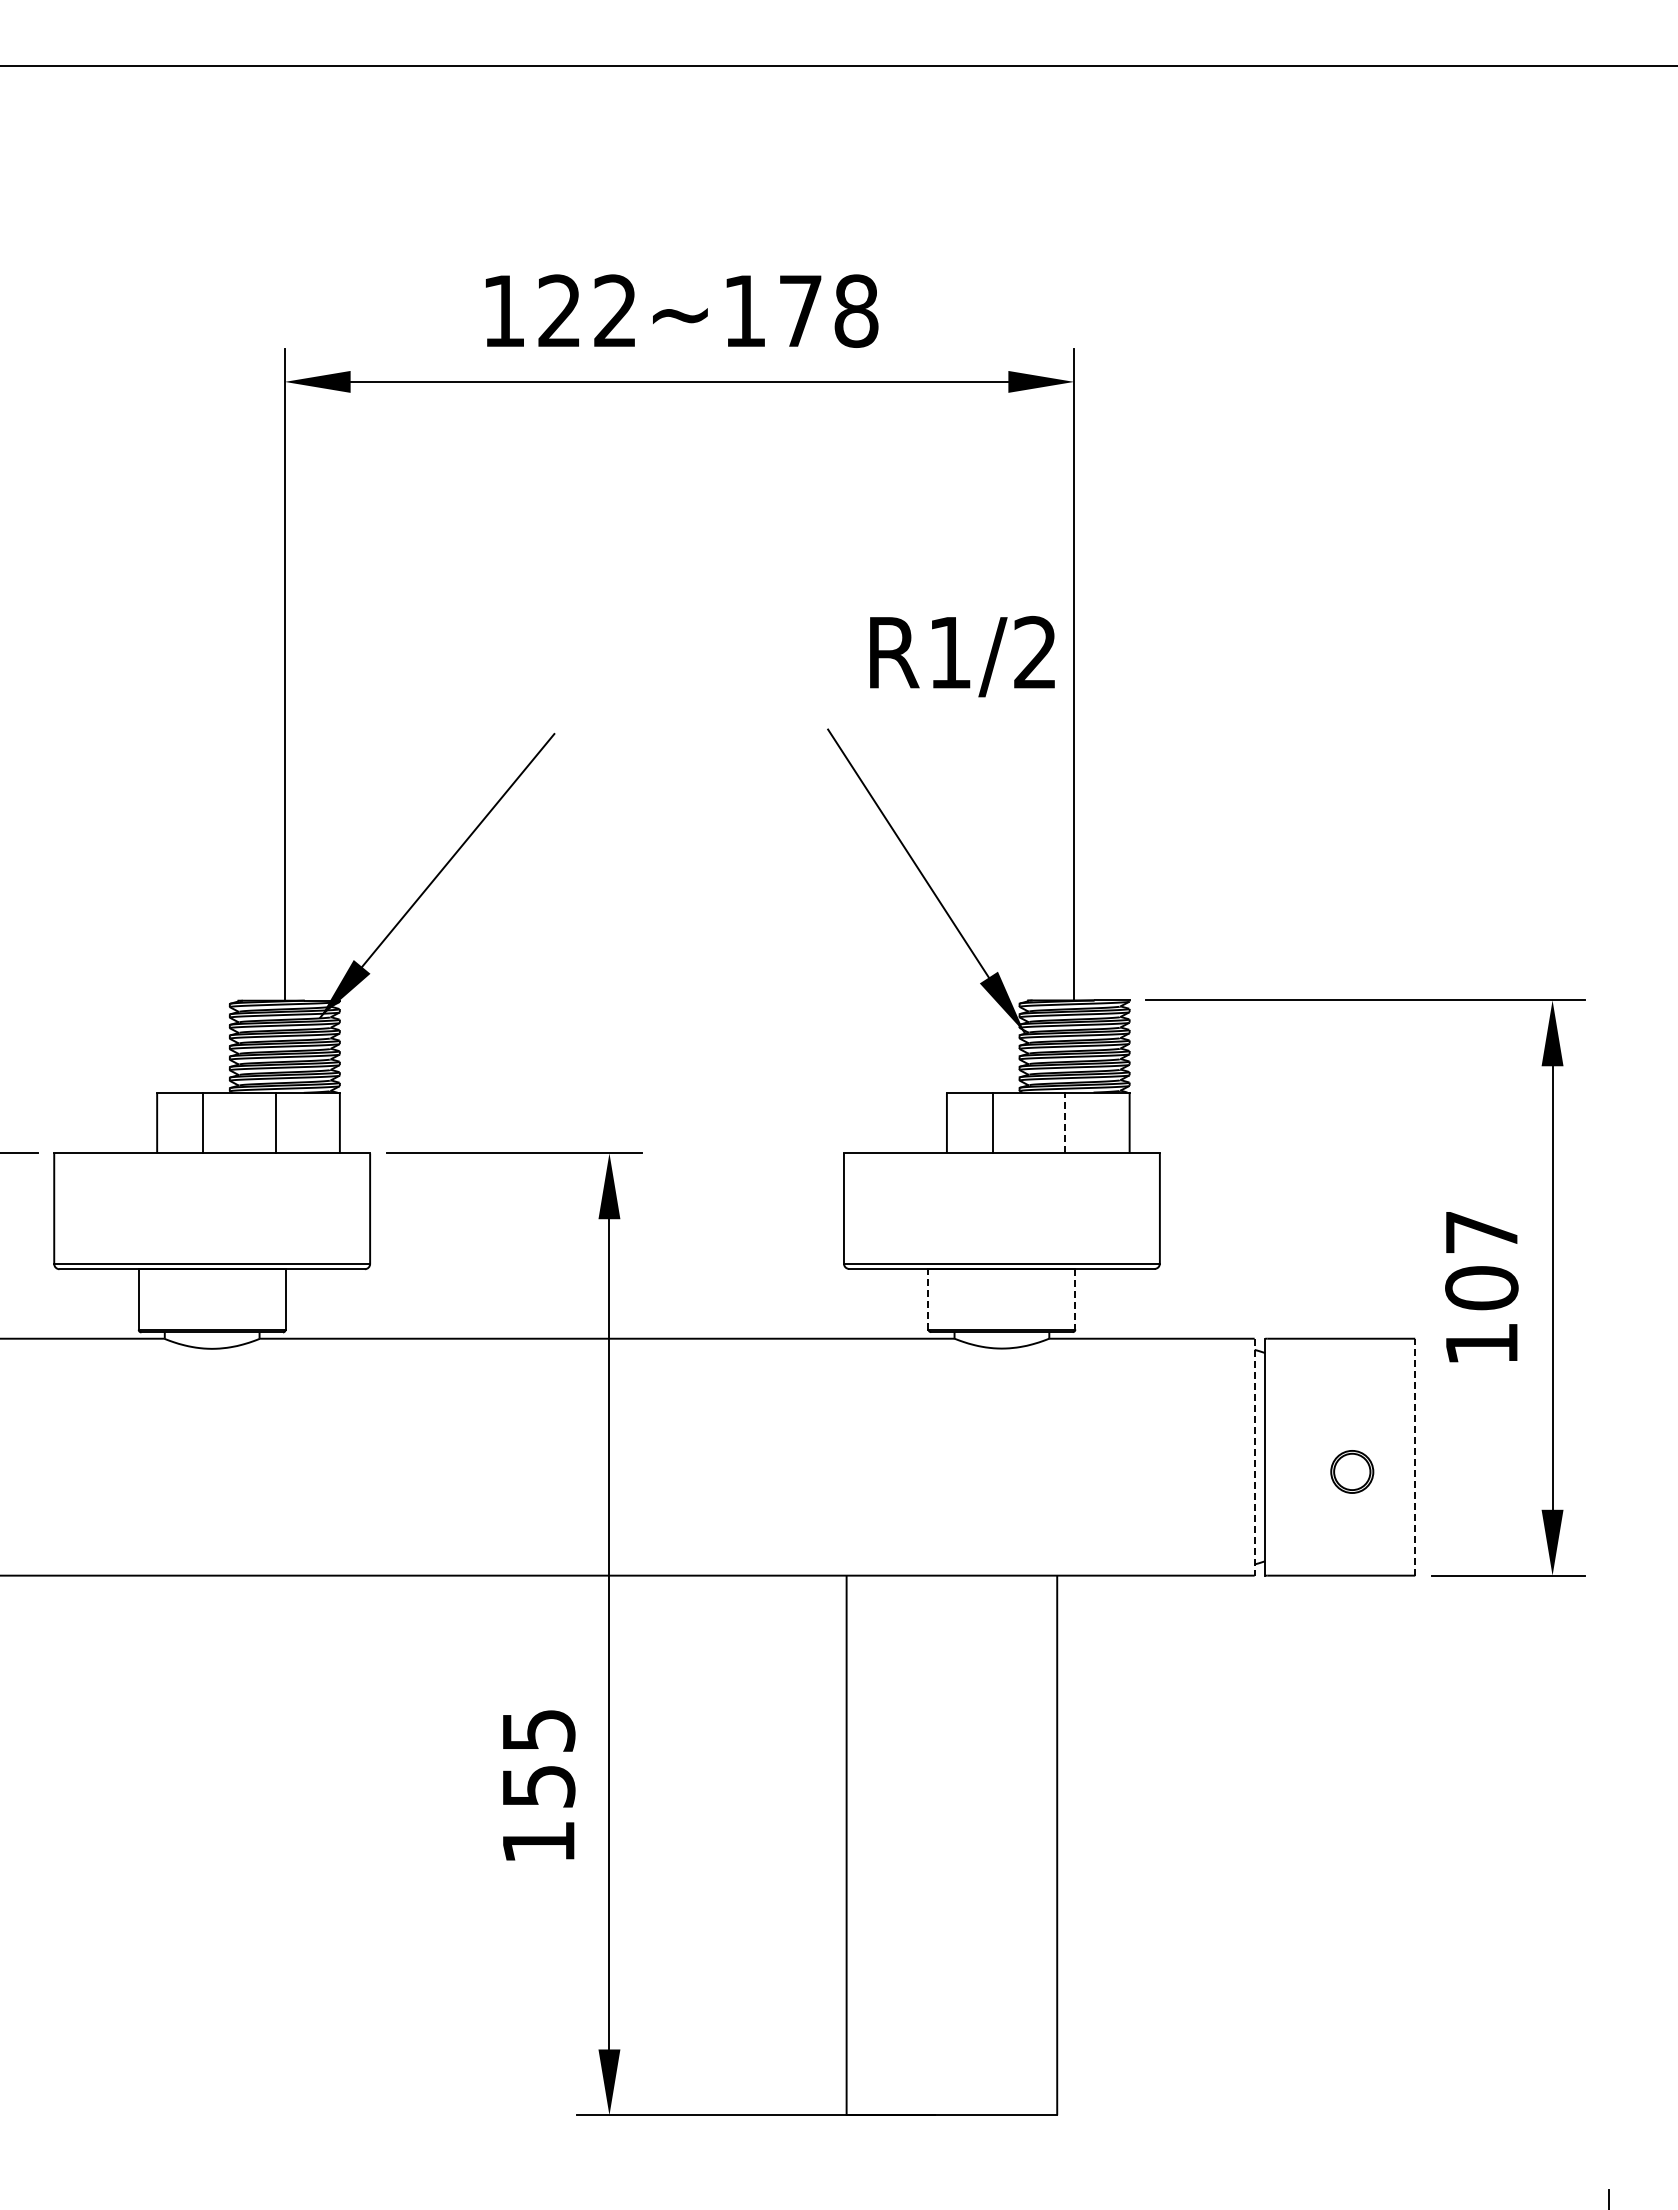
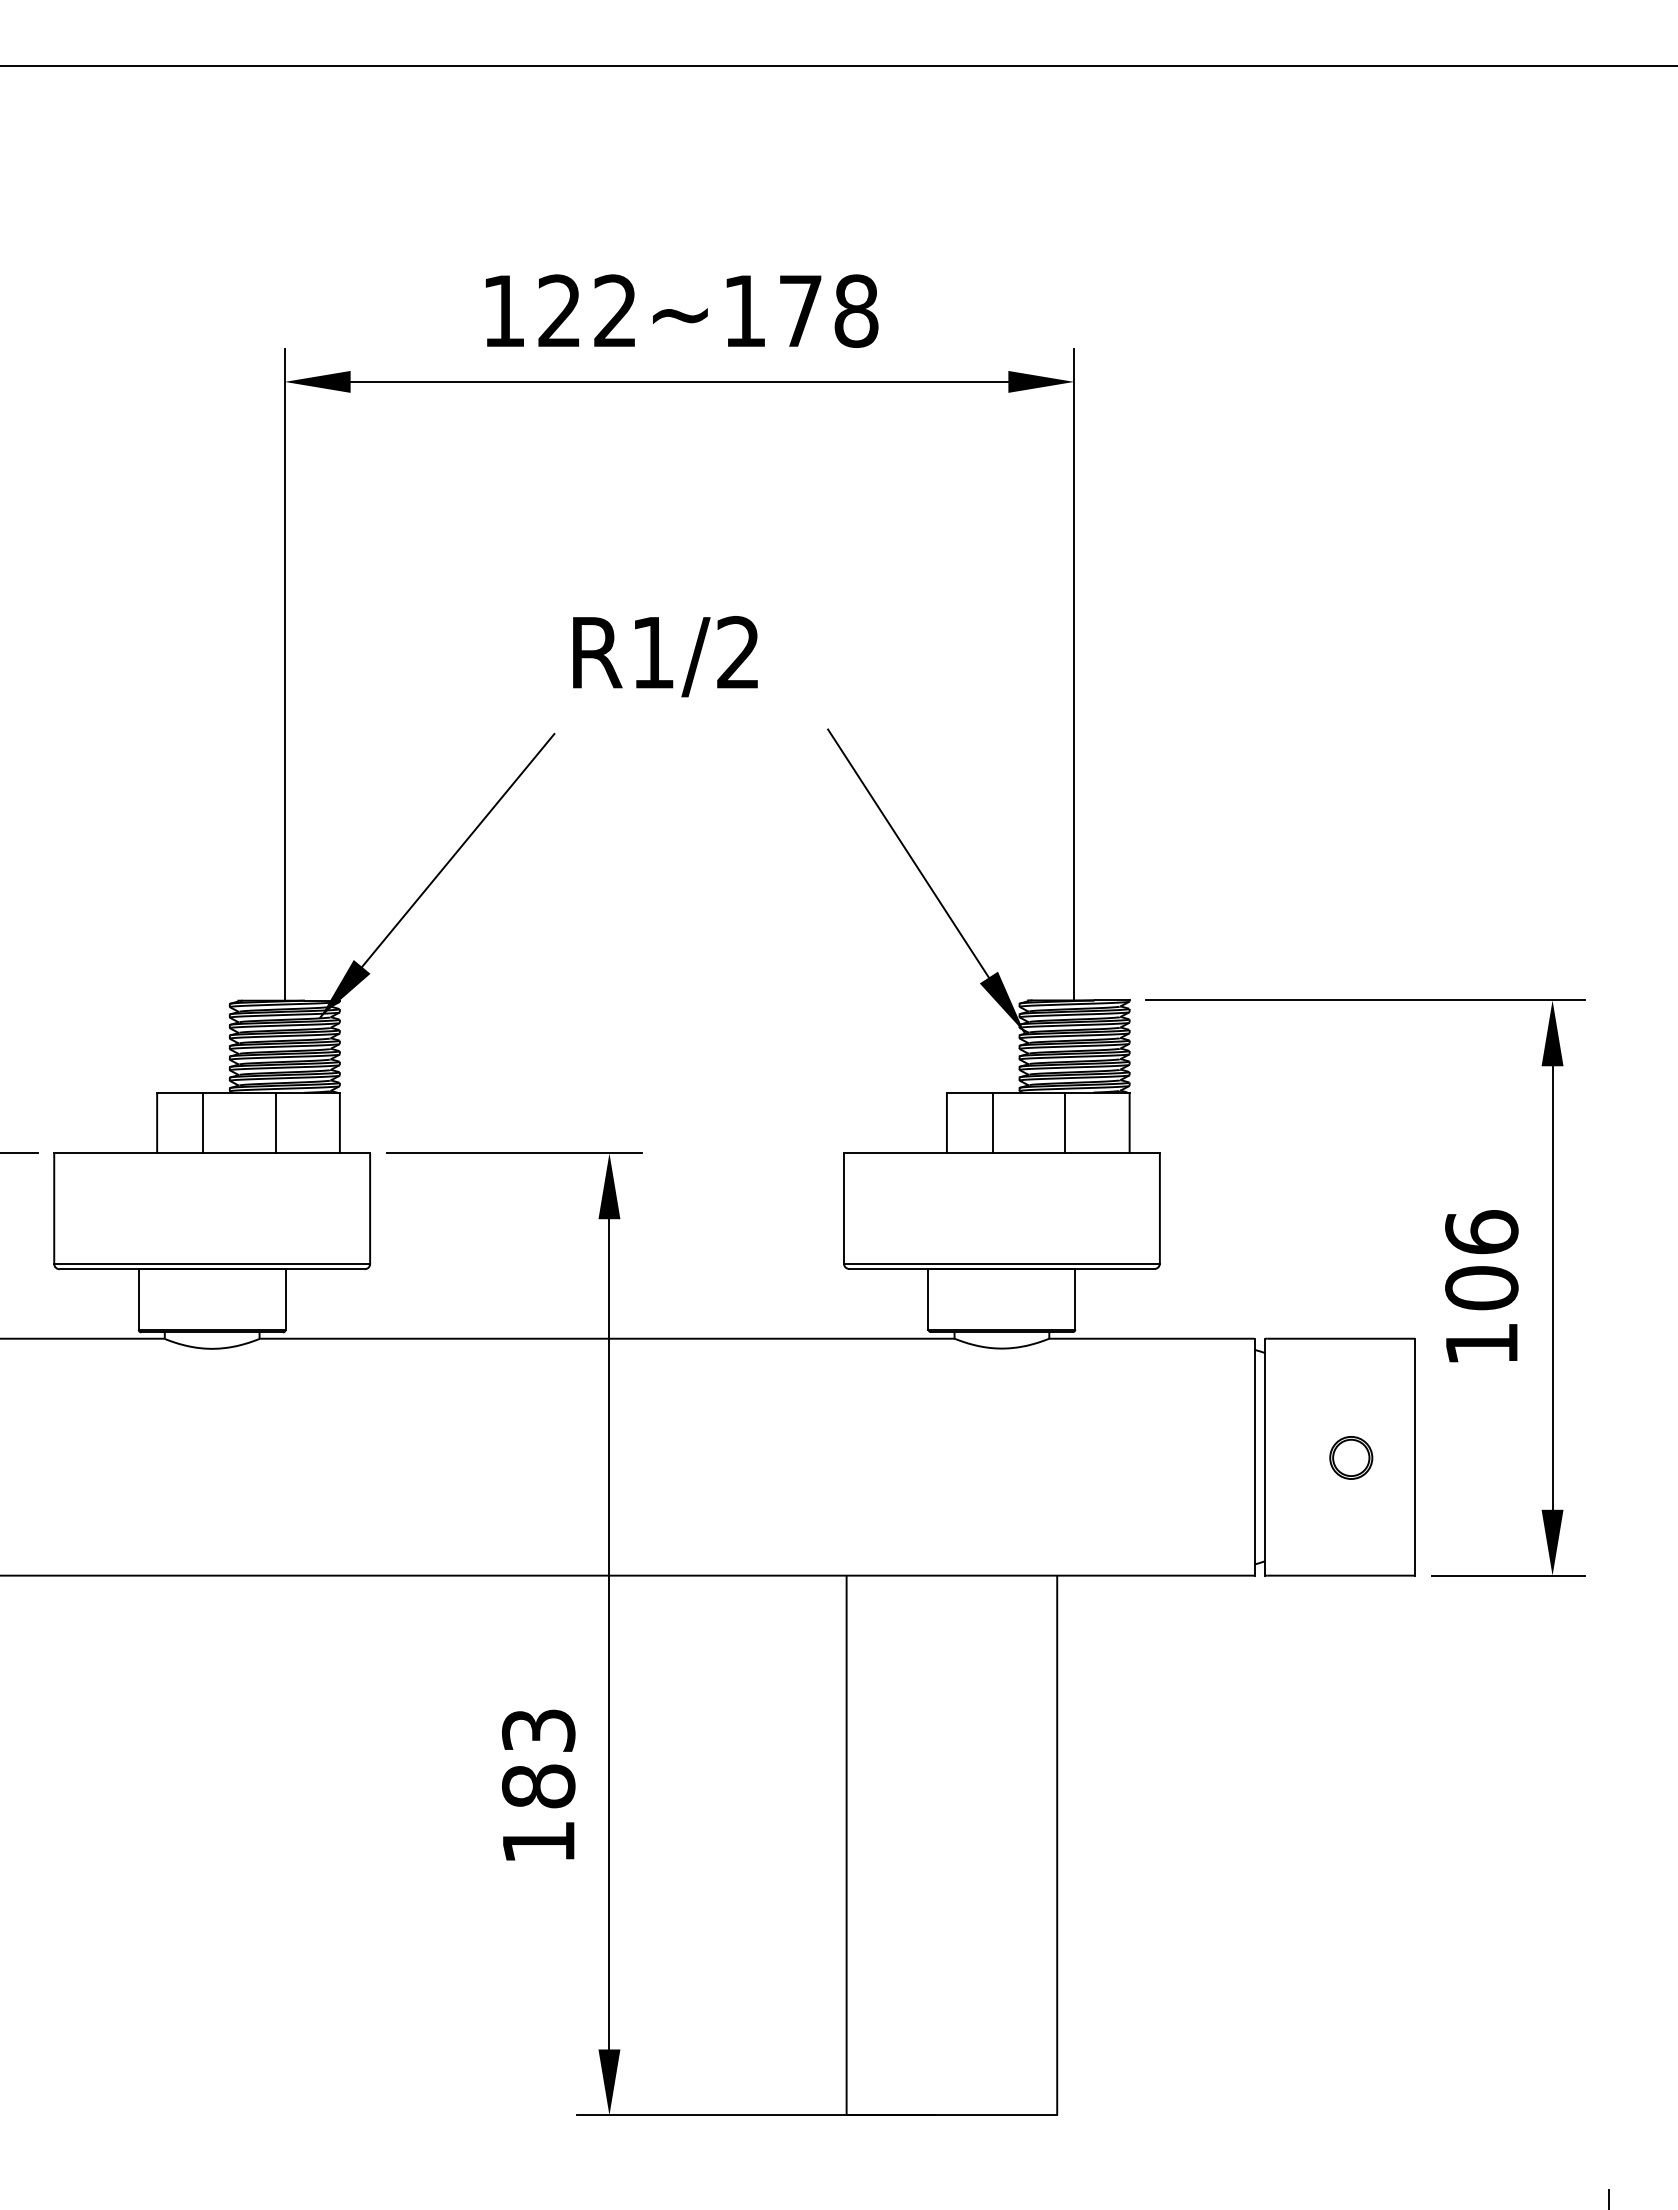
text at (962, 656) position: (962, 656) -> (665, 656)
line at (1065, 1122): dashed -> solid
text at (1481, 1232): 107 -> 106
line at (928, 1298): dashed -> solid
line at (1075, 1299): dashed -> solid
line at (1415, 1456): dashed -> solid
line at (1254, 1457): dashed -> solid
part at (1352, 1471) position: (1352, 1471) -> (1351, 1457)
text at (538, 1758): 155 -> 183
